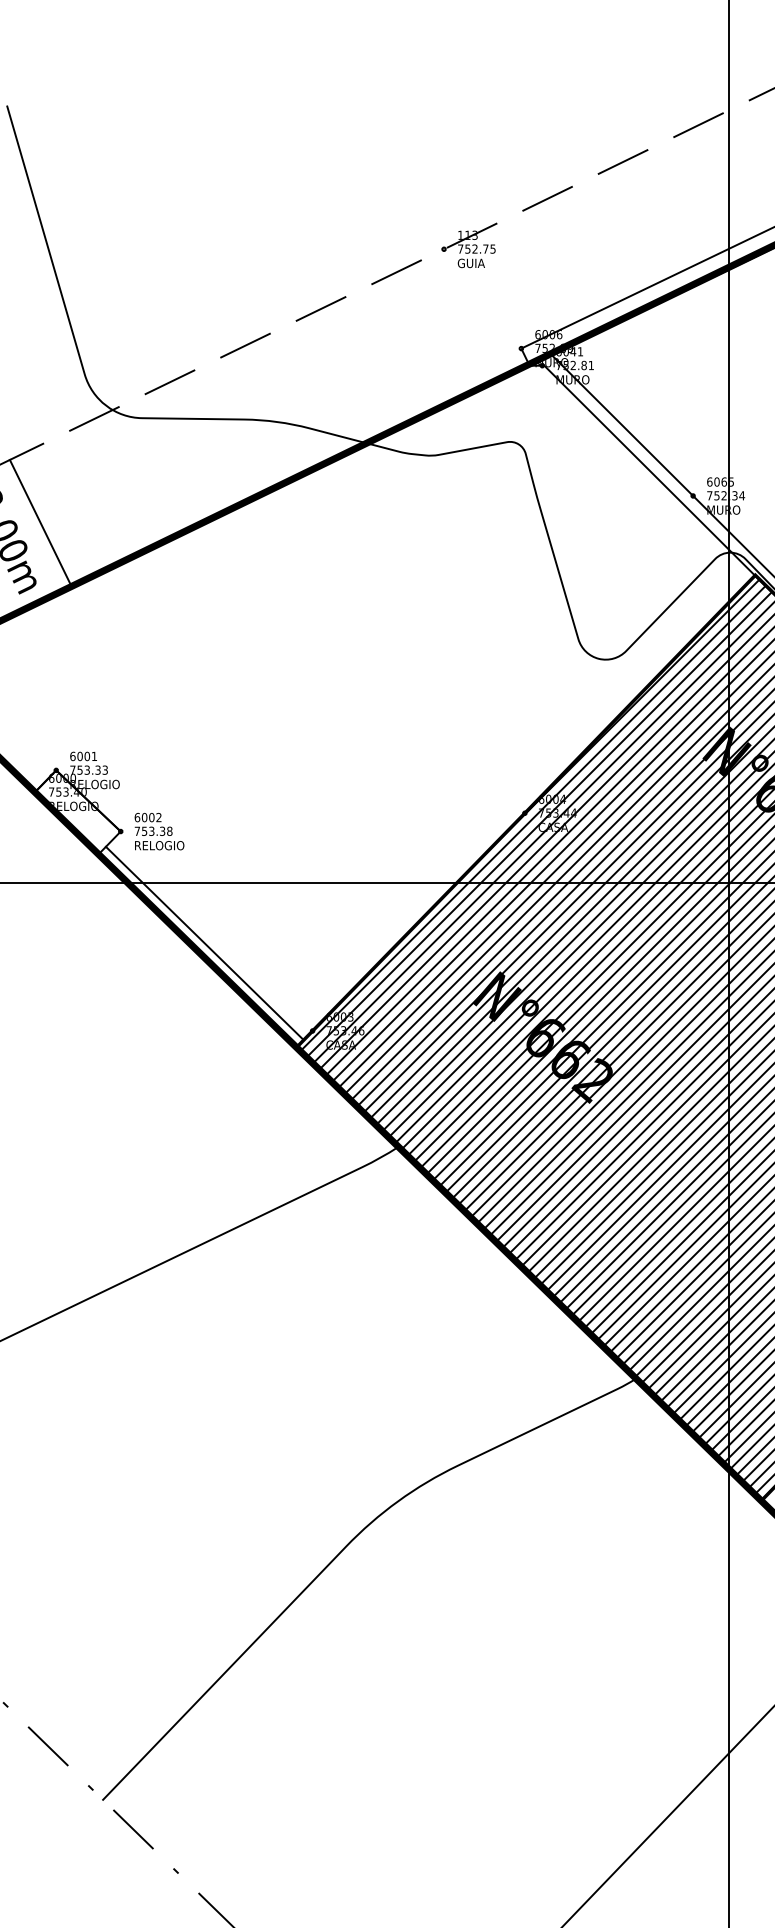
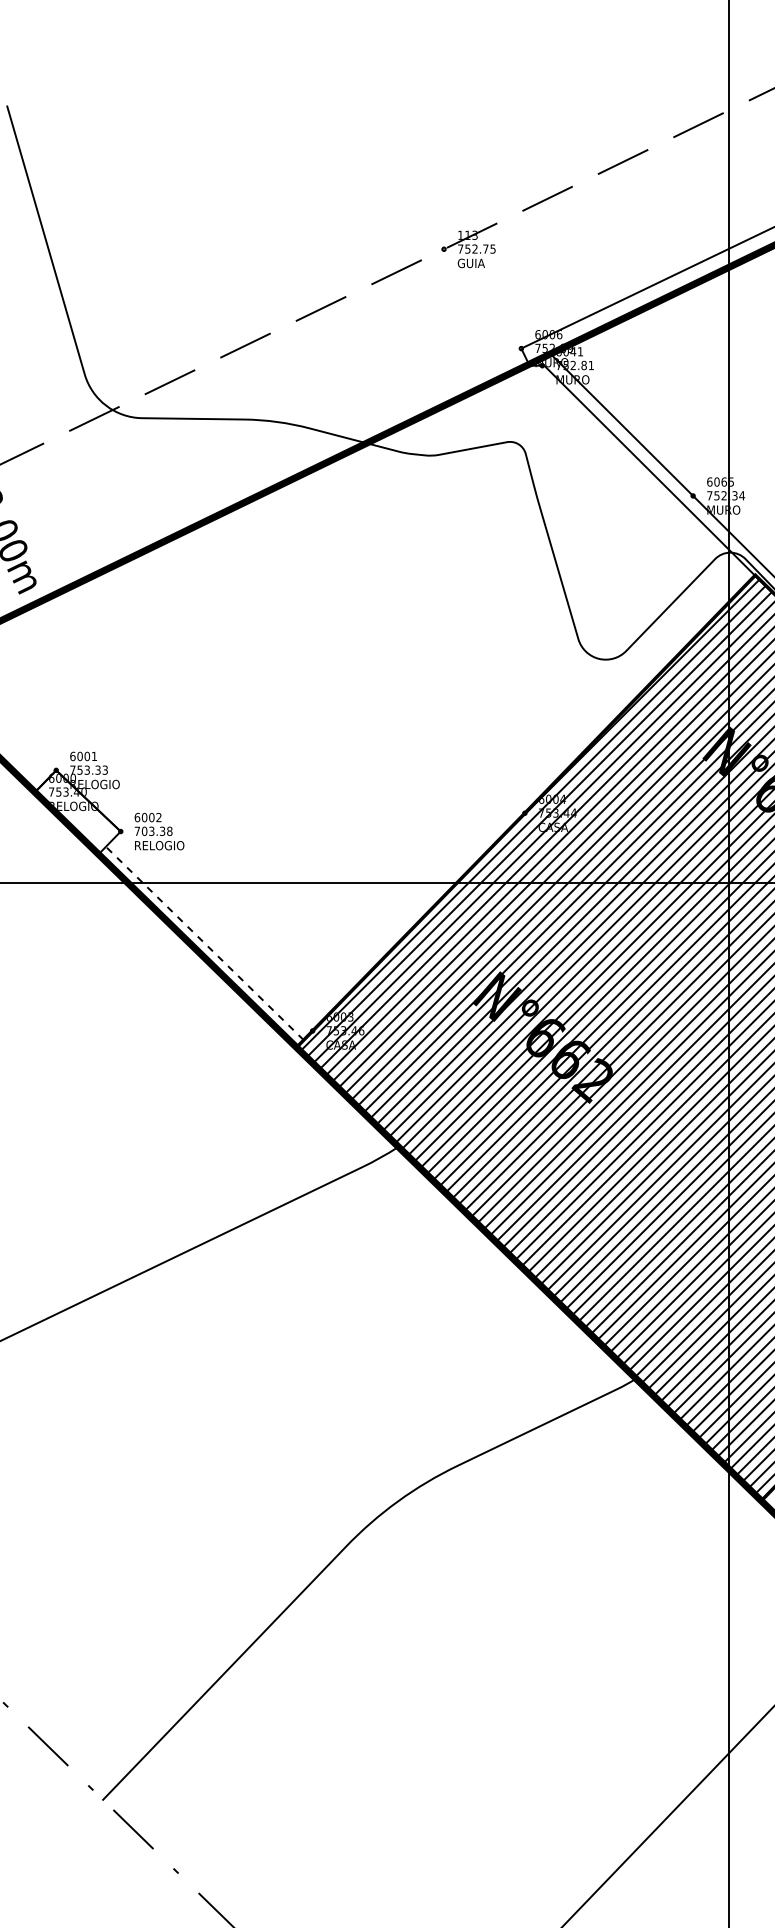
line at (40, 522): present -> none
text at (144, 830): 753.38 -> 703.38
line at (204, 943): solid -> dashed
